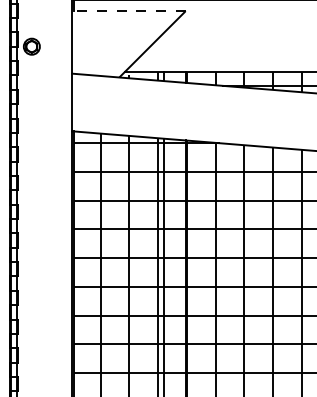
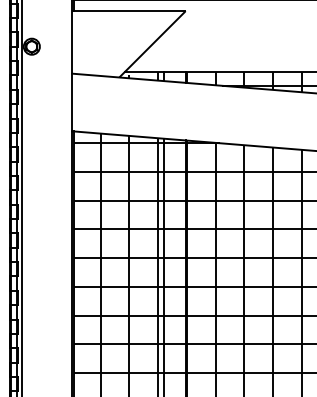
line at (128, 11): dashed -> solid
line at (22, 197): none -> present
